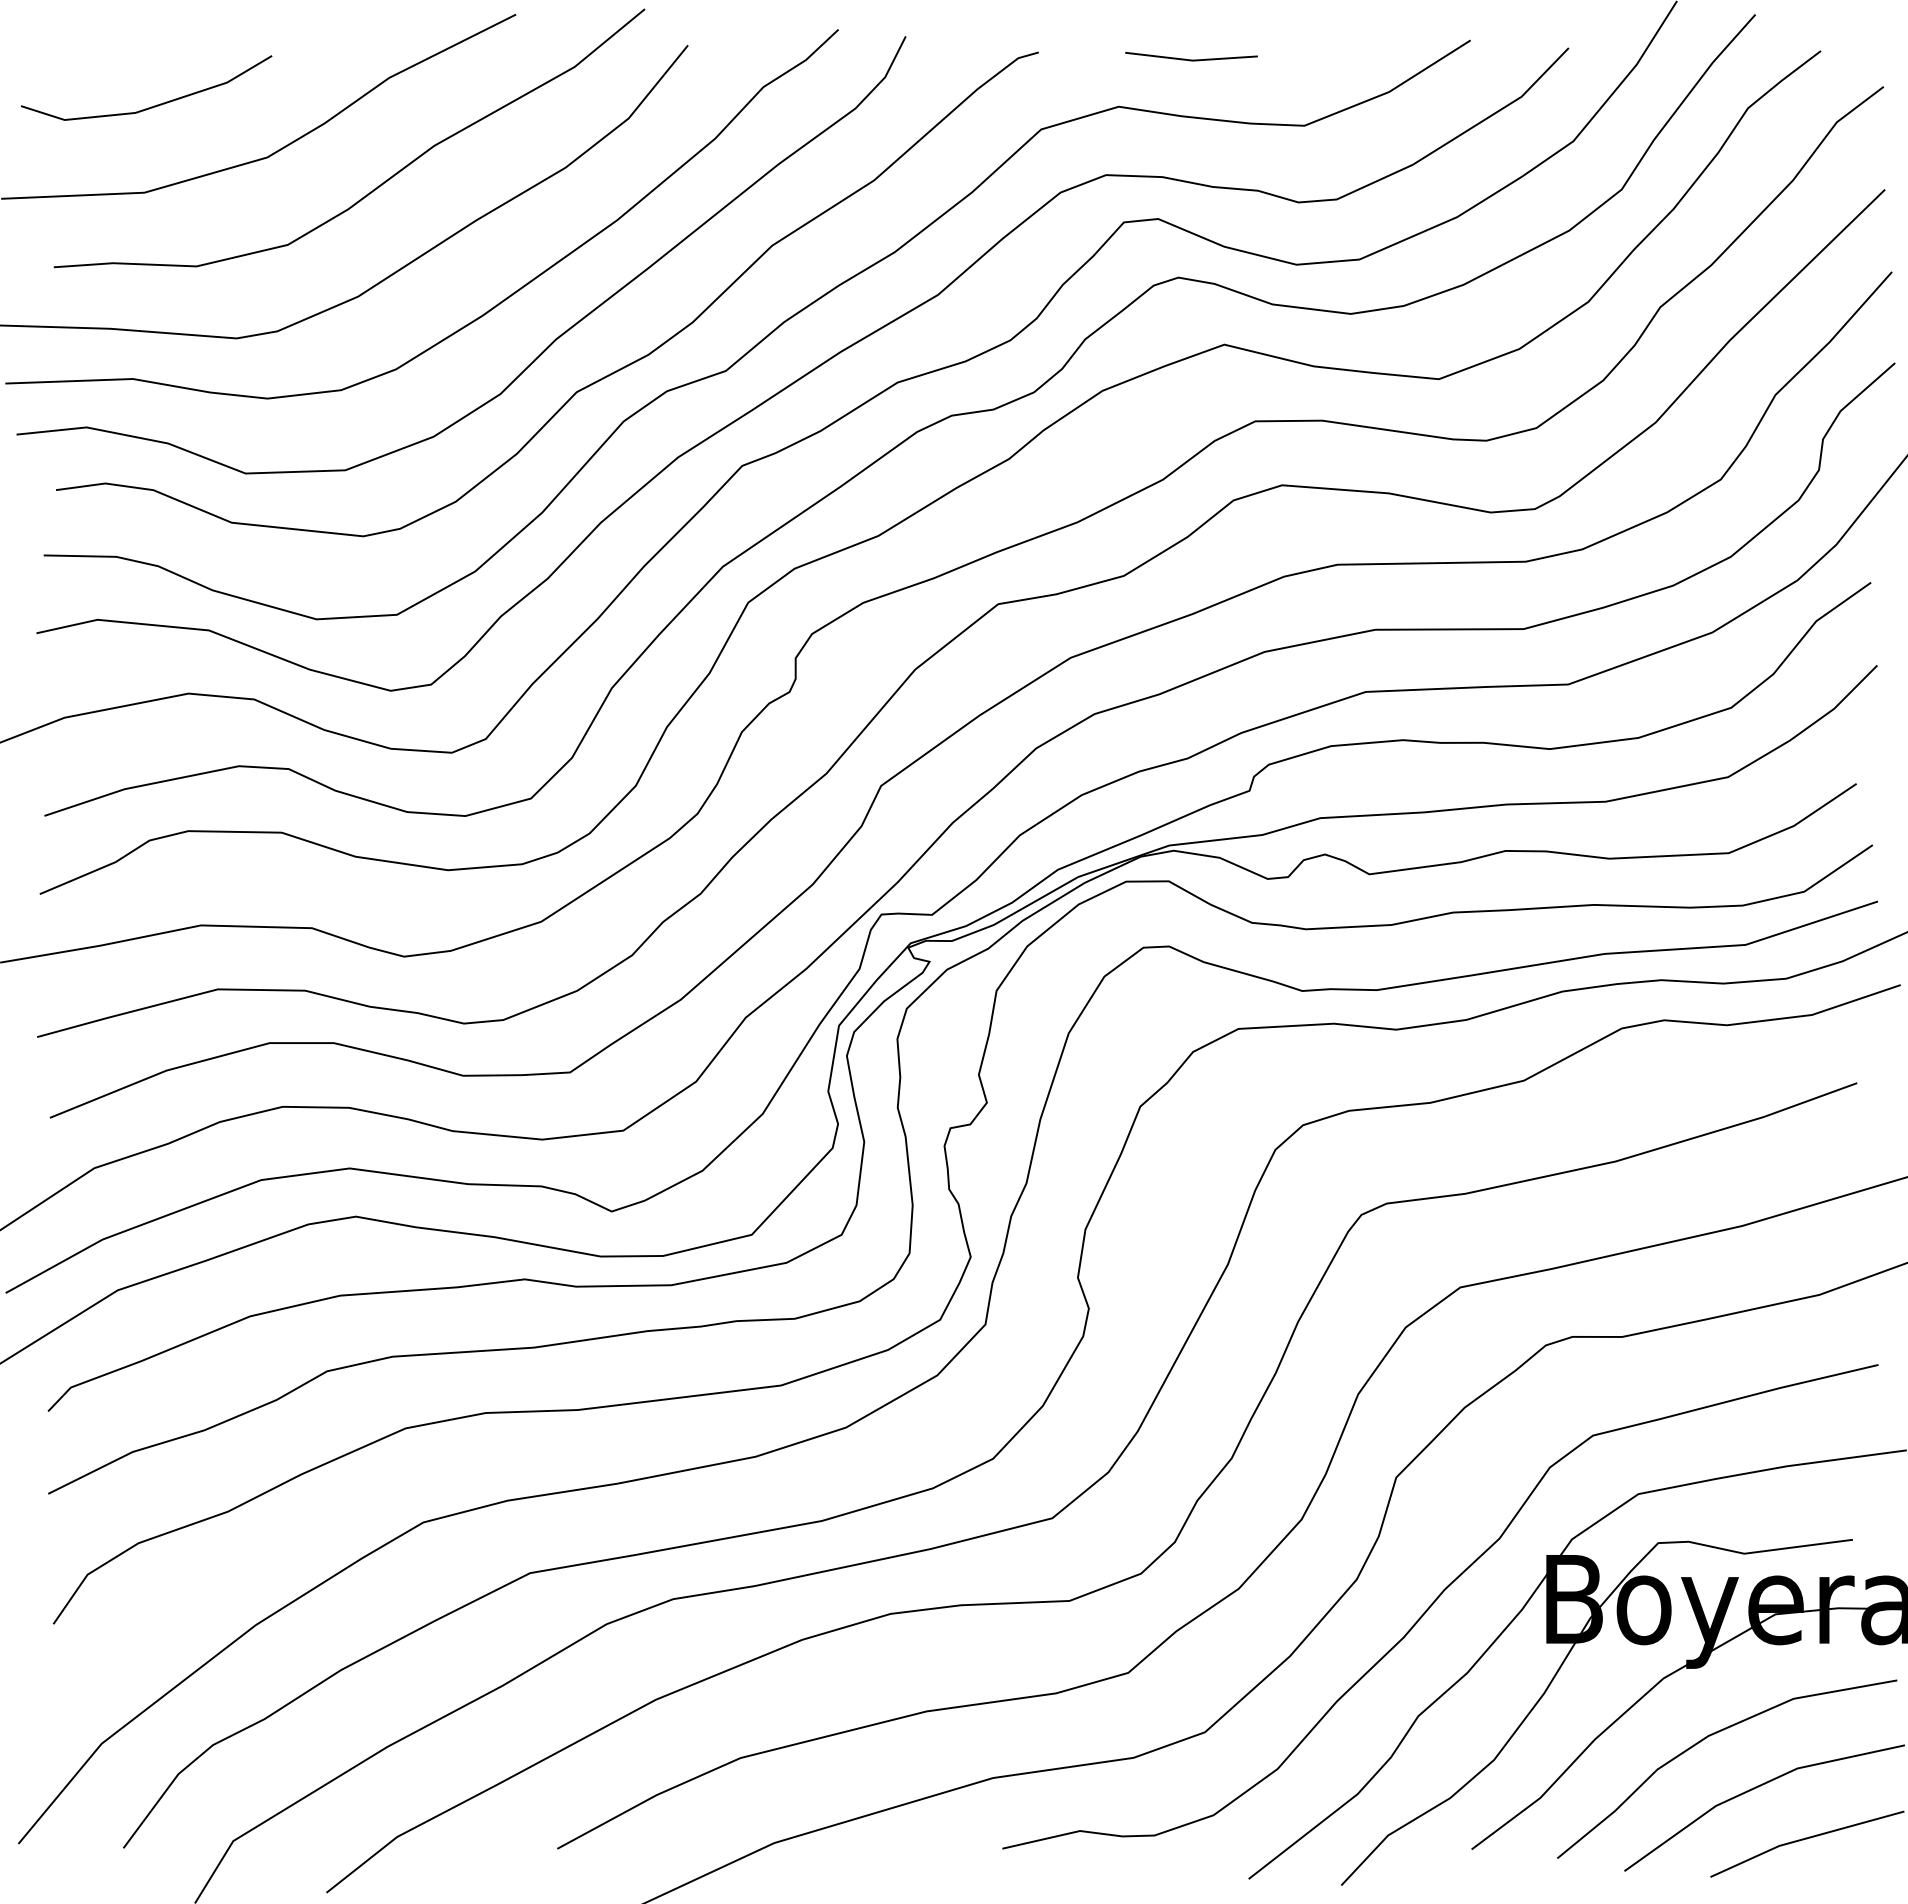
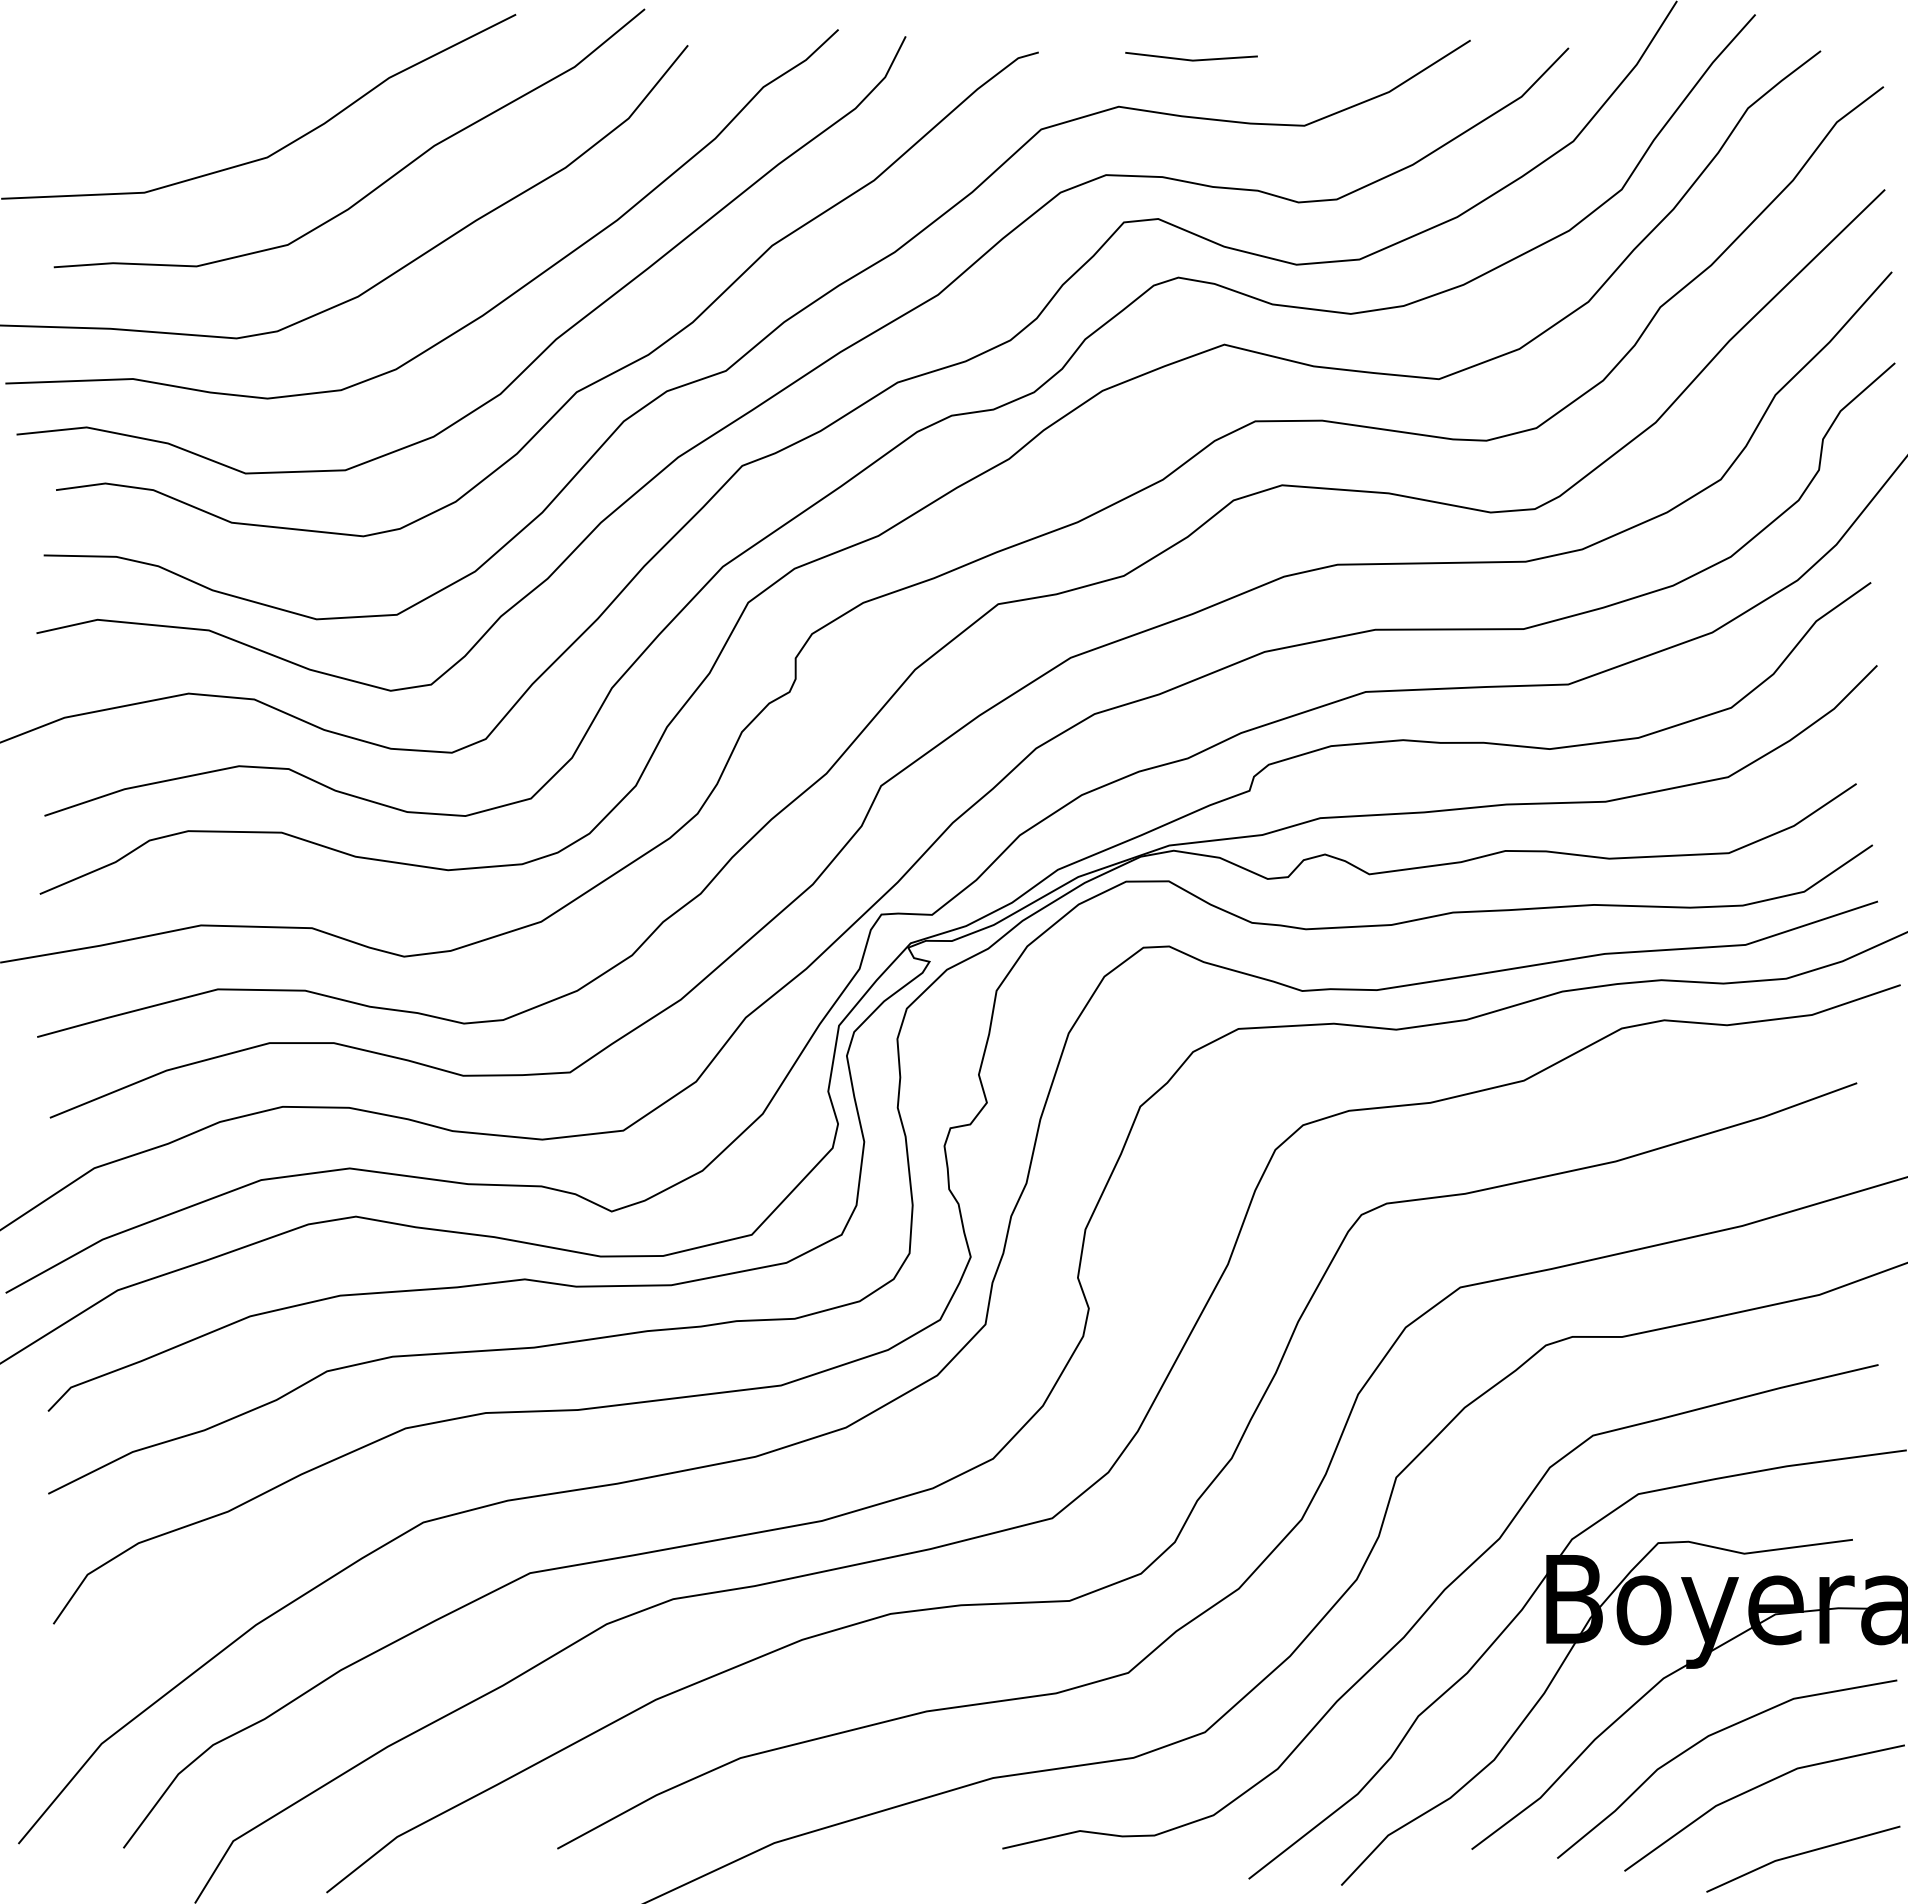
part at (151, 106): present -> none
part at (1807, 1843) position: (1807, 1843) -> (1803, 1858)
